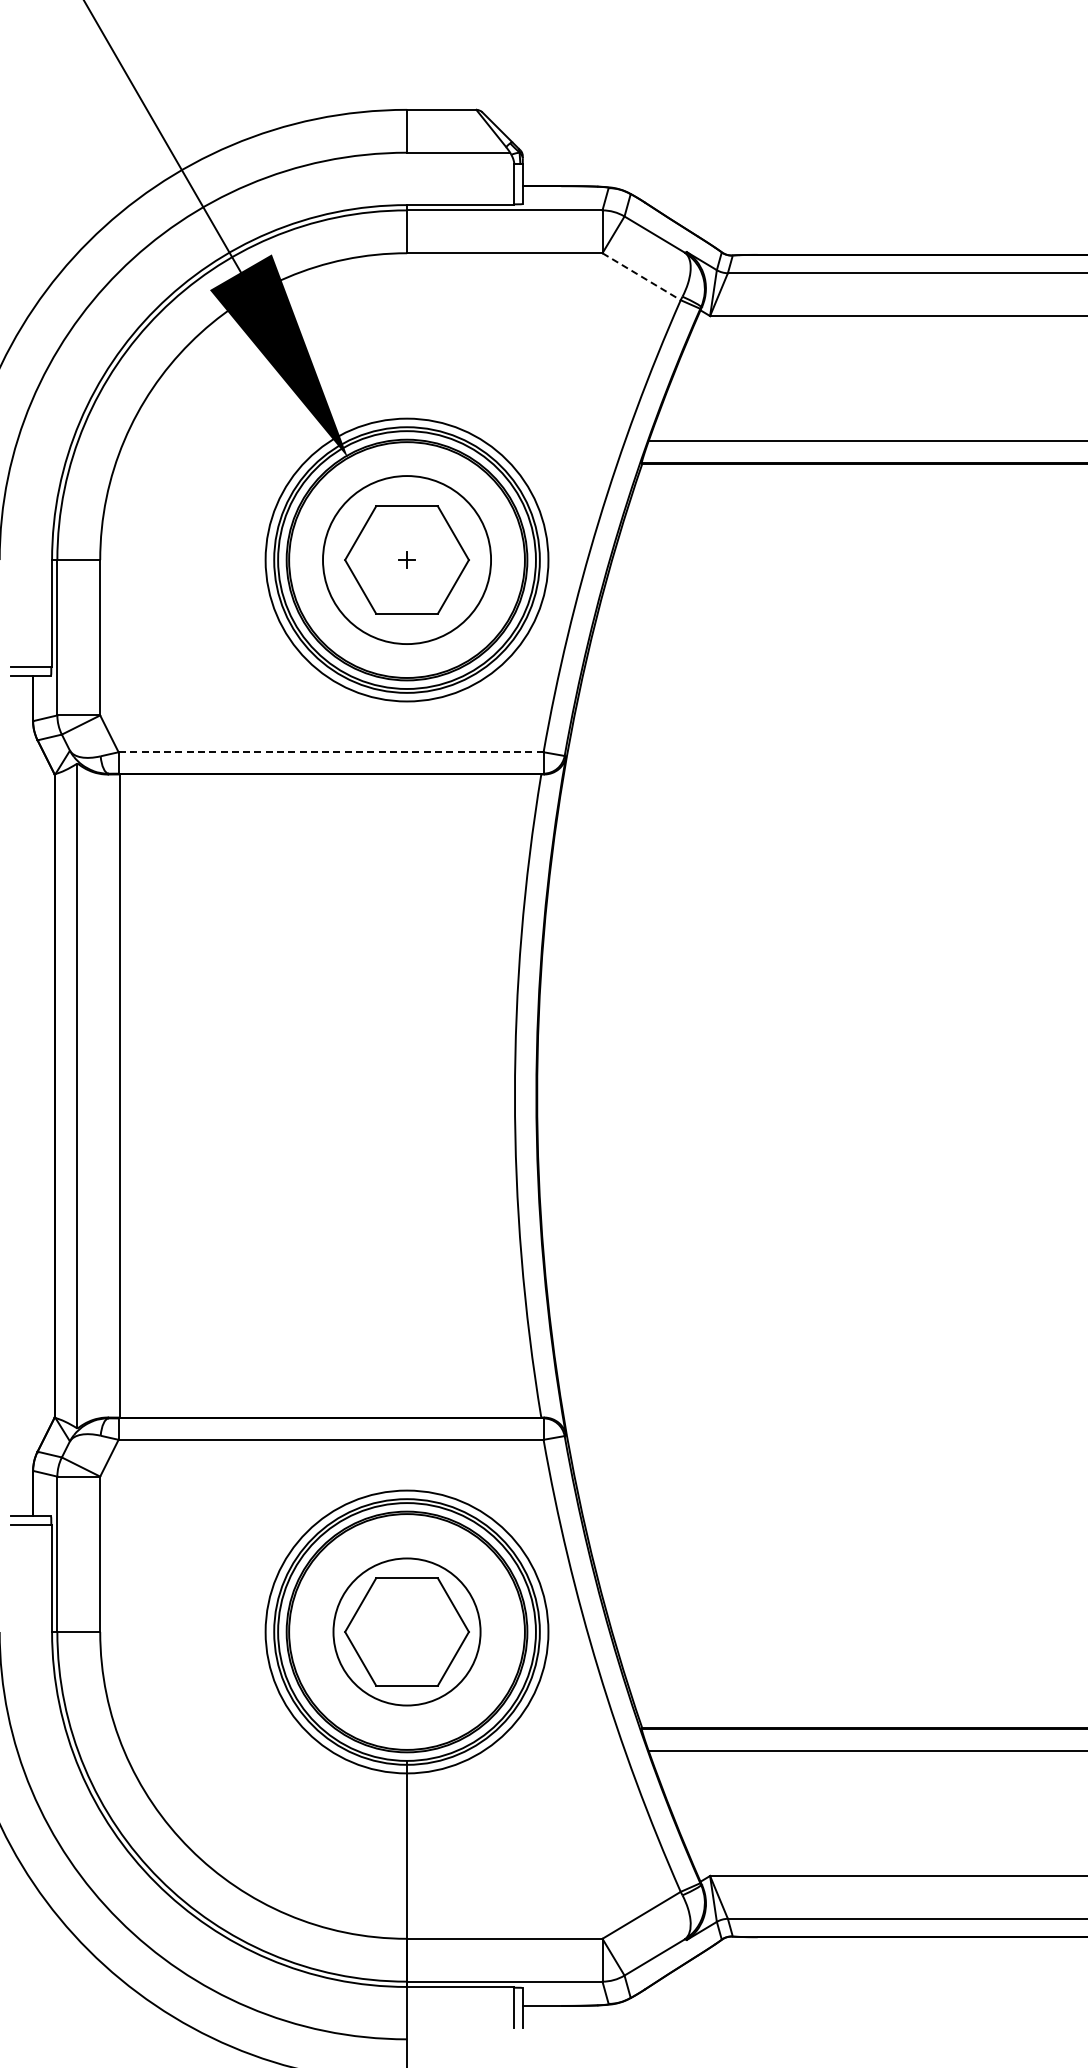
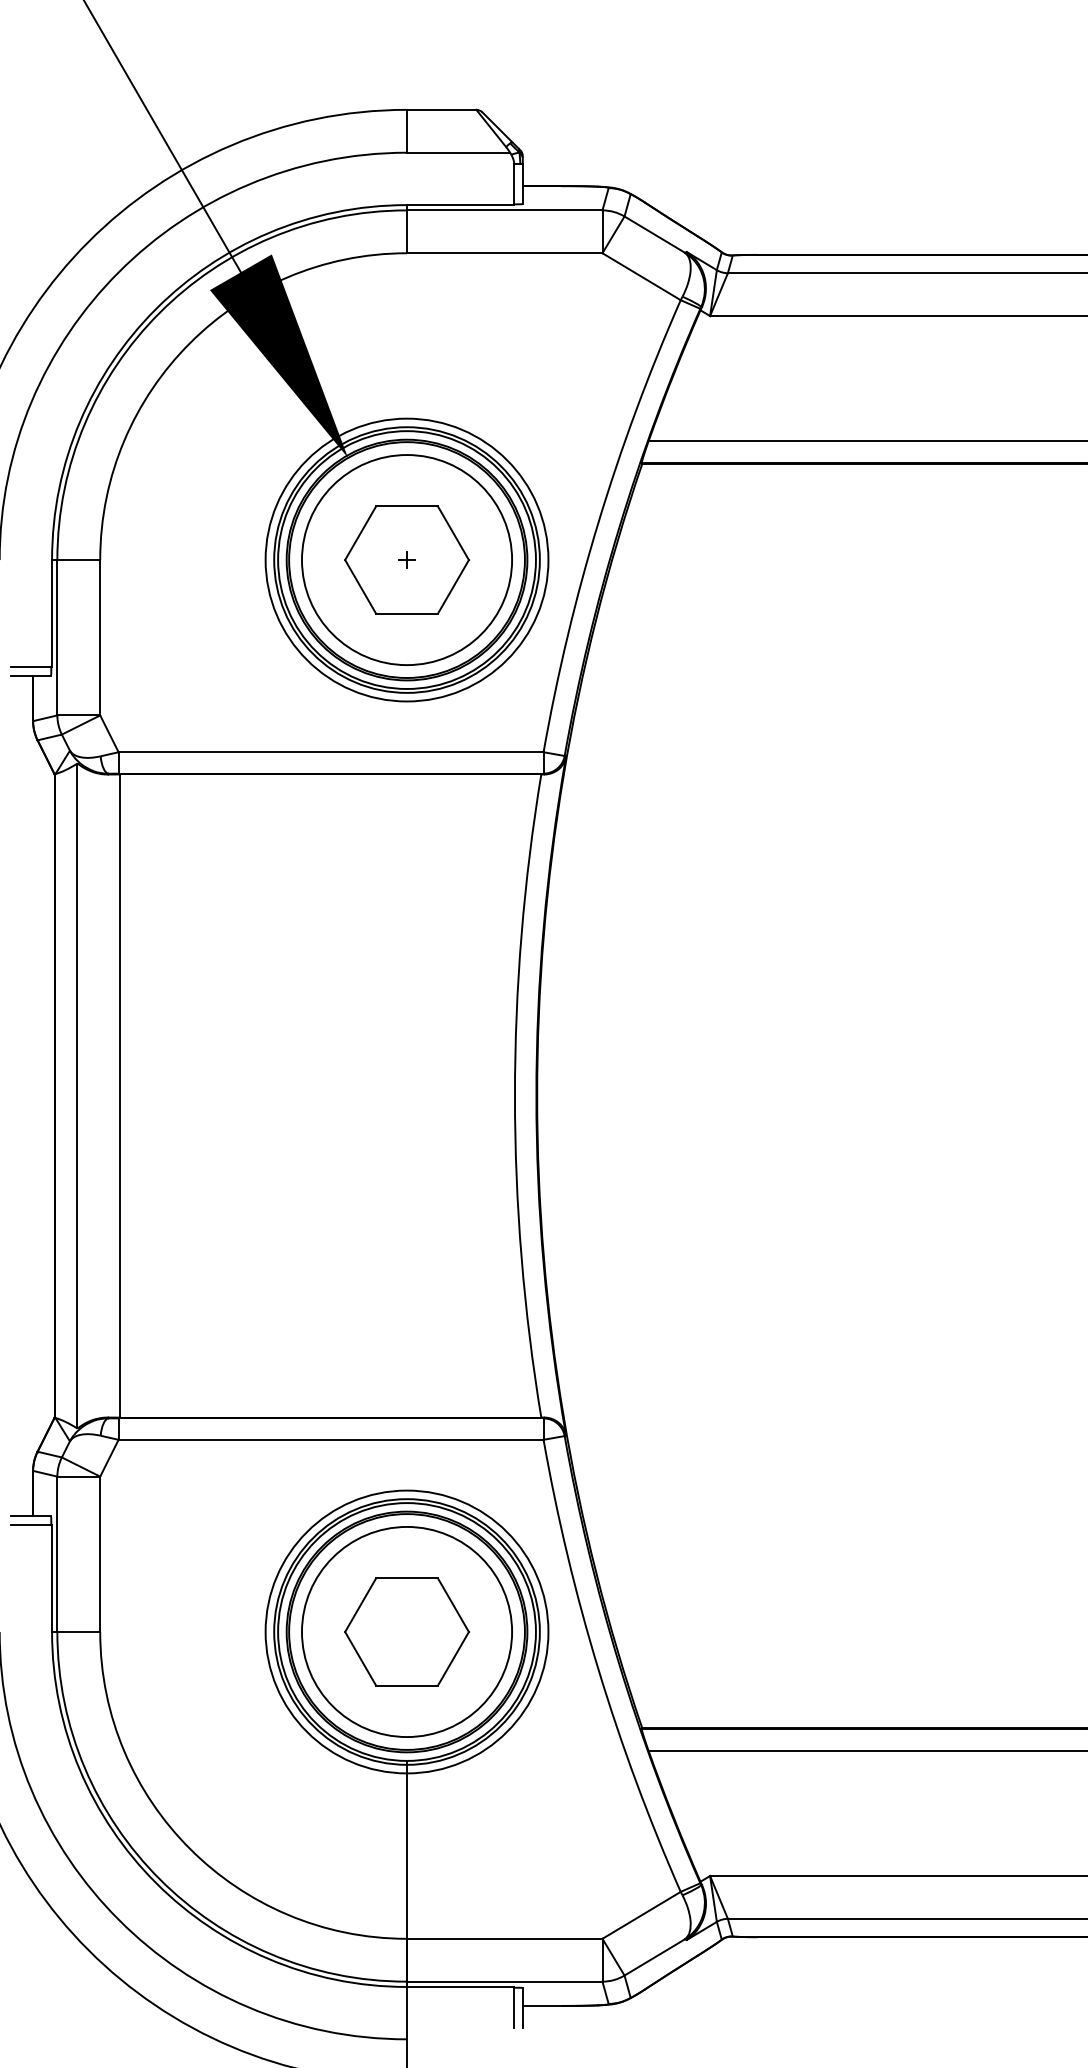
line at (641, 276): dashed -> solid
circle at (407, 560) diameter: 168 px -> 210 px
line at (330, 752): dashed -> solid
circle at (406, 1631) diameter: 147 px -> 210 px
